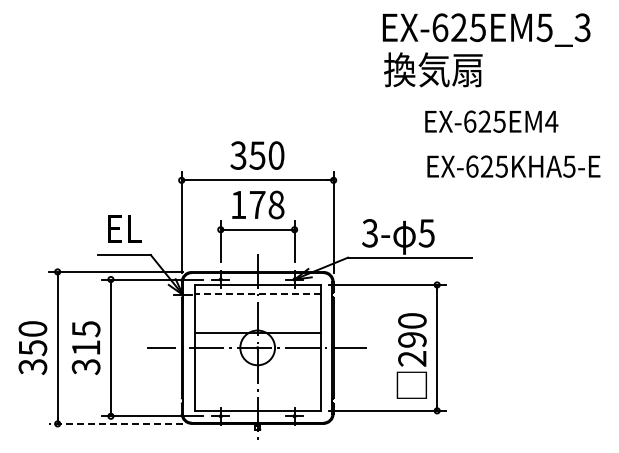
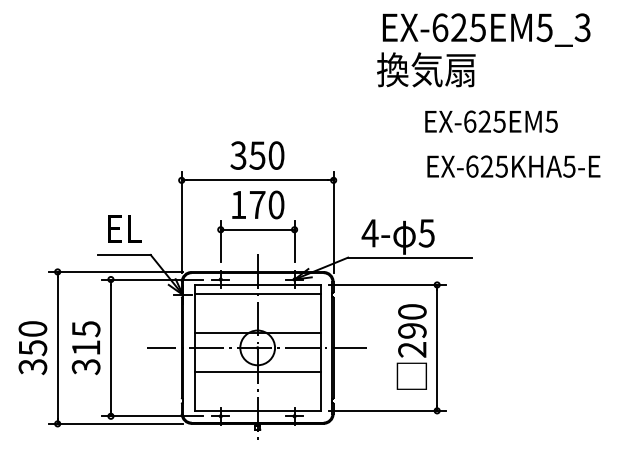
text at (433, 69) position: (433, 69) -> (426, 69)
text at (551, 121): EX-625EM4 -> EX-625EM5
text at (276, 205): 178 -> 170
text at (369, 233): 3- -> 4-
line at (257, 293): dashed -> solid
text at (411, 355) position: (411, 355) -> (411, 346)
line at (257, 371): none -> present
line at (116, 423): dashed -> solid
